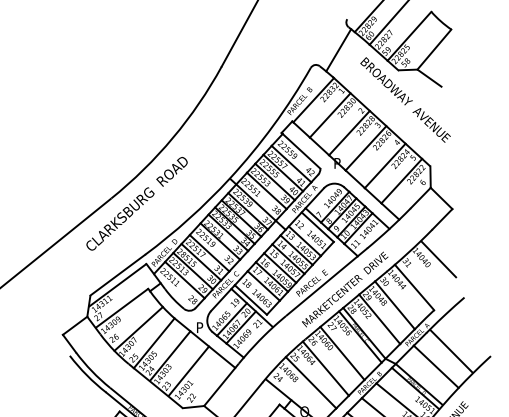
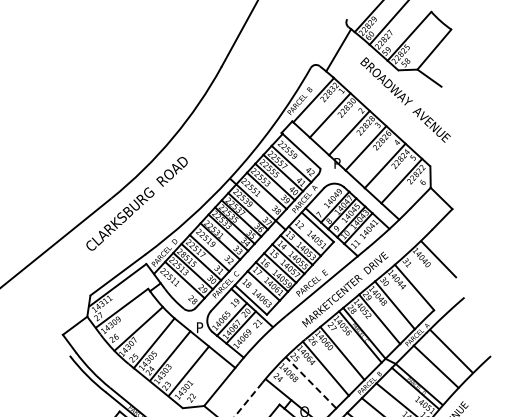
line at (311, 382): solid -> dashed
line at (248, 399): solid -> dashed
